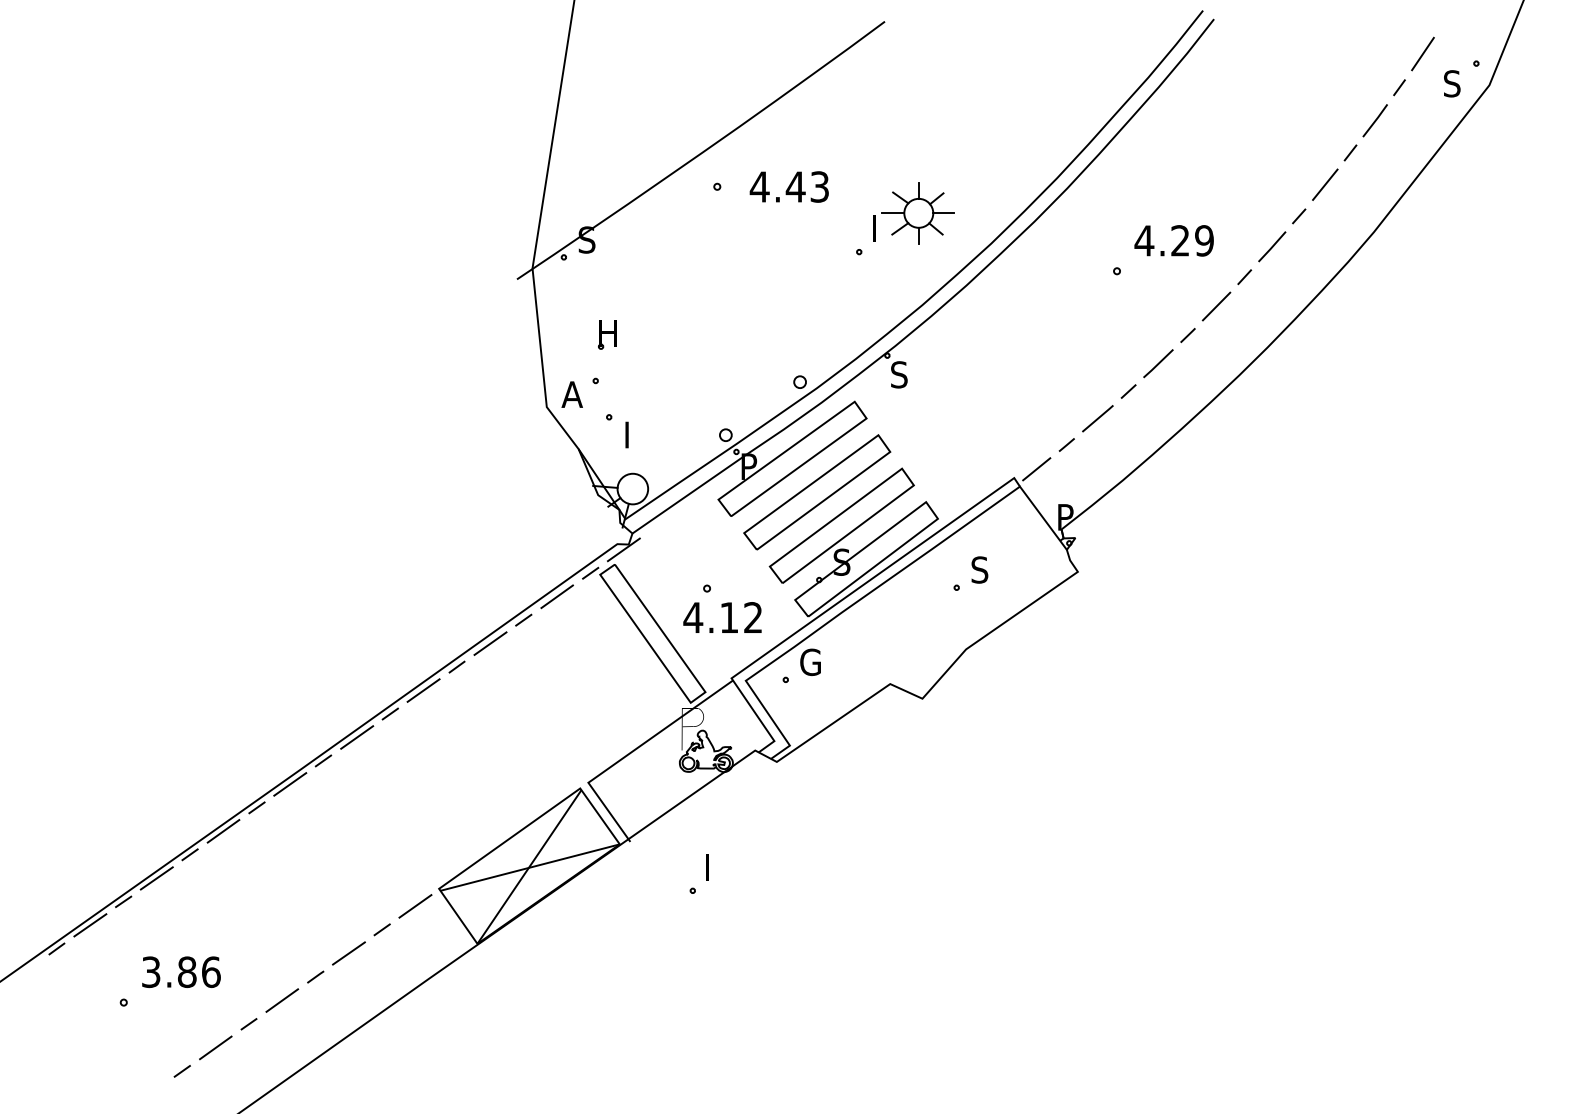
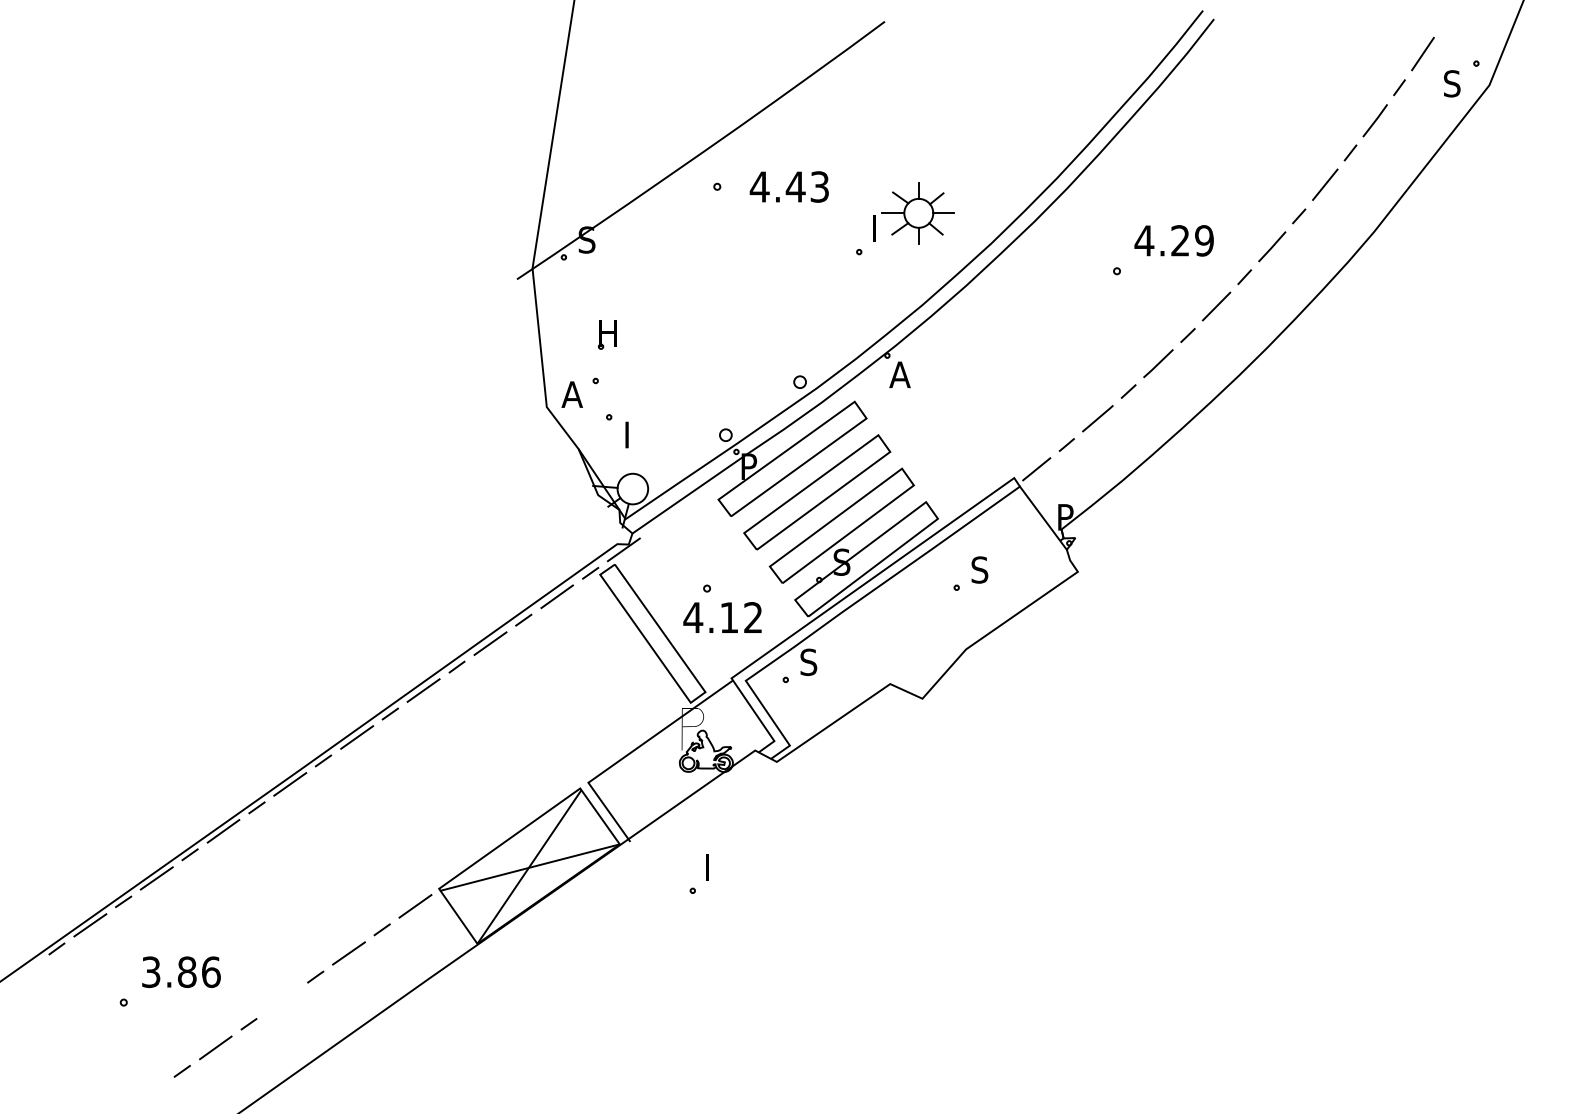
text at (899, 374): S -> A
text at (810, 662): G -> S
line at (282, 1000): present -> none
